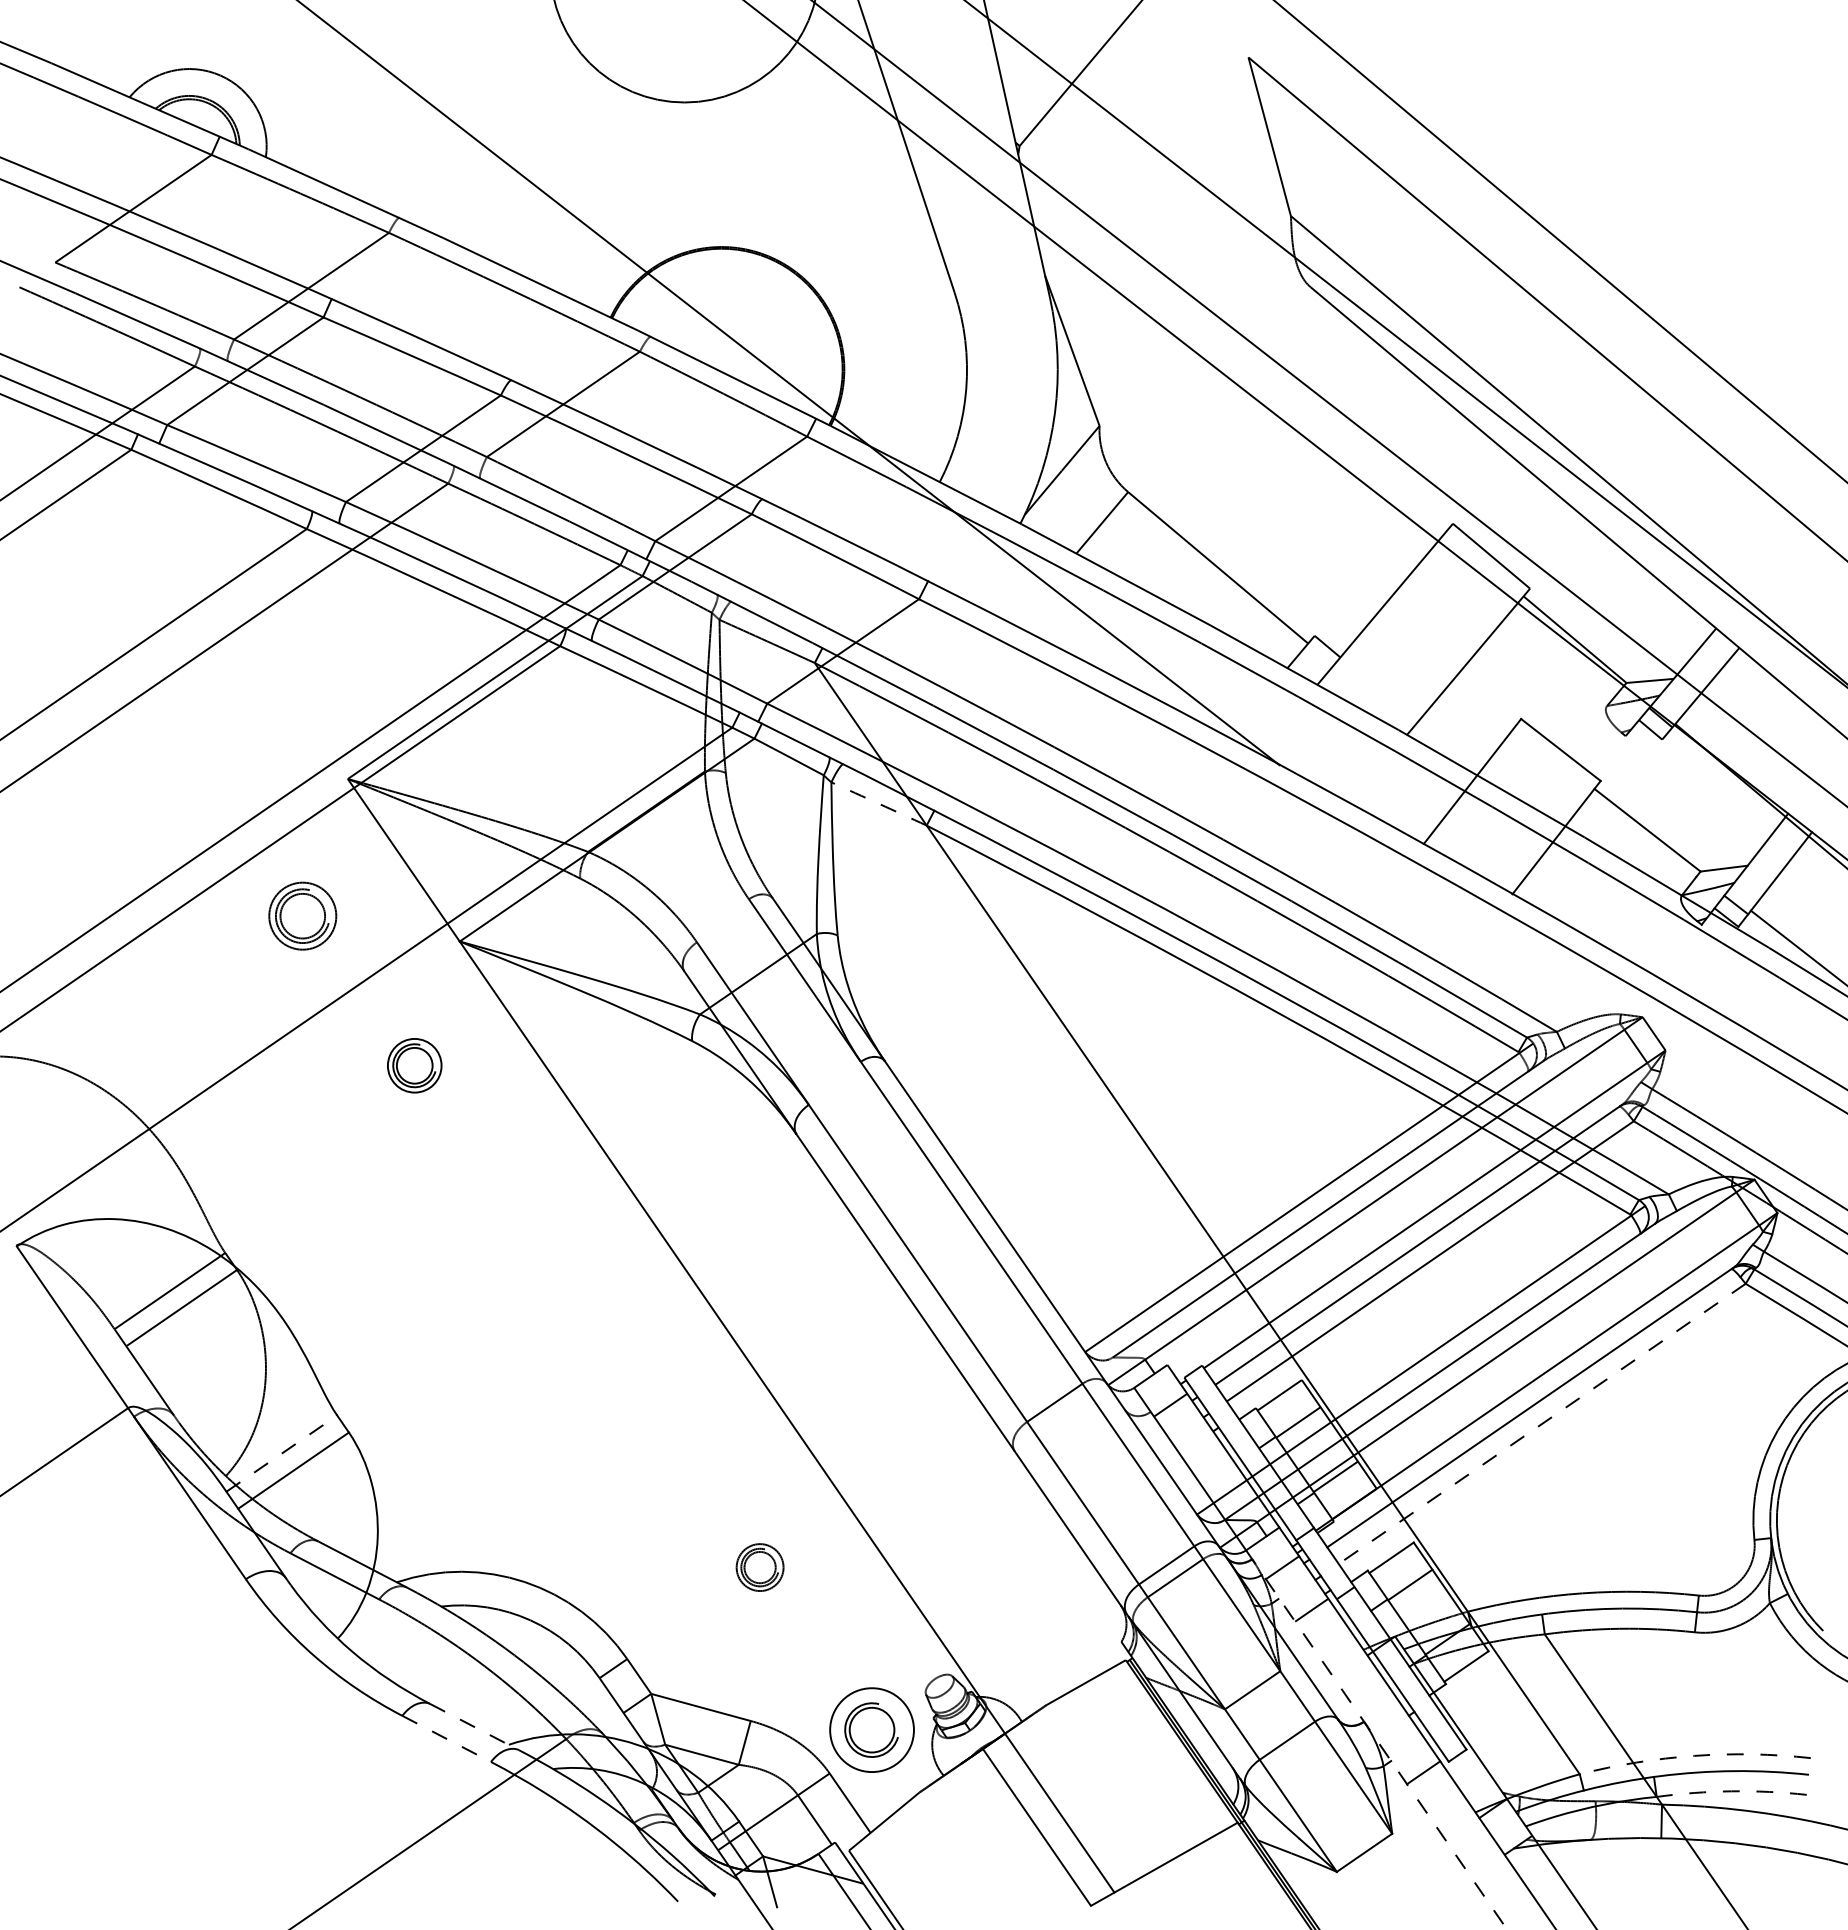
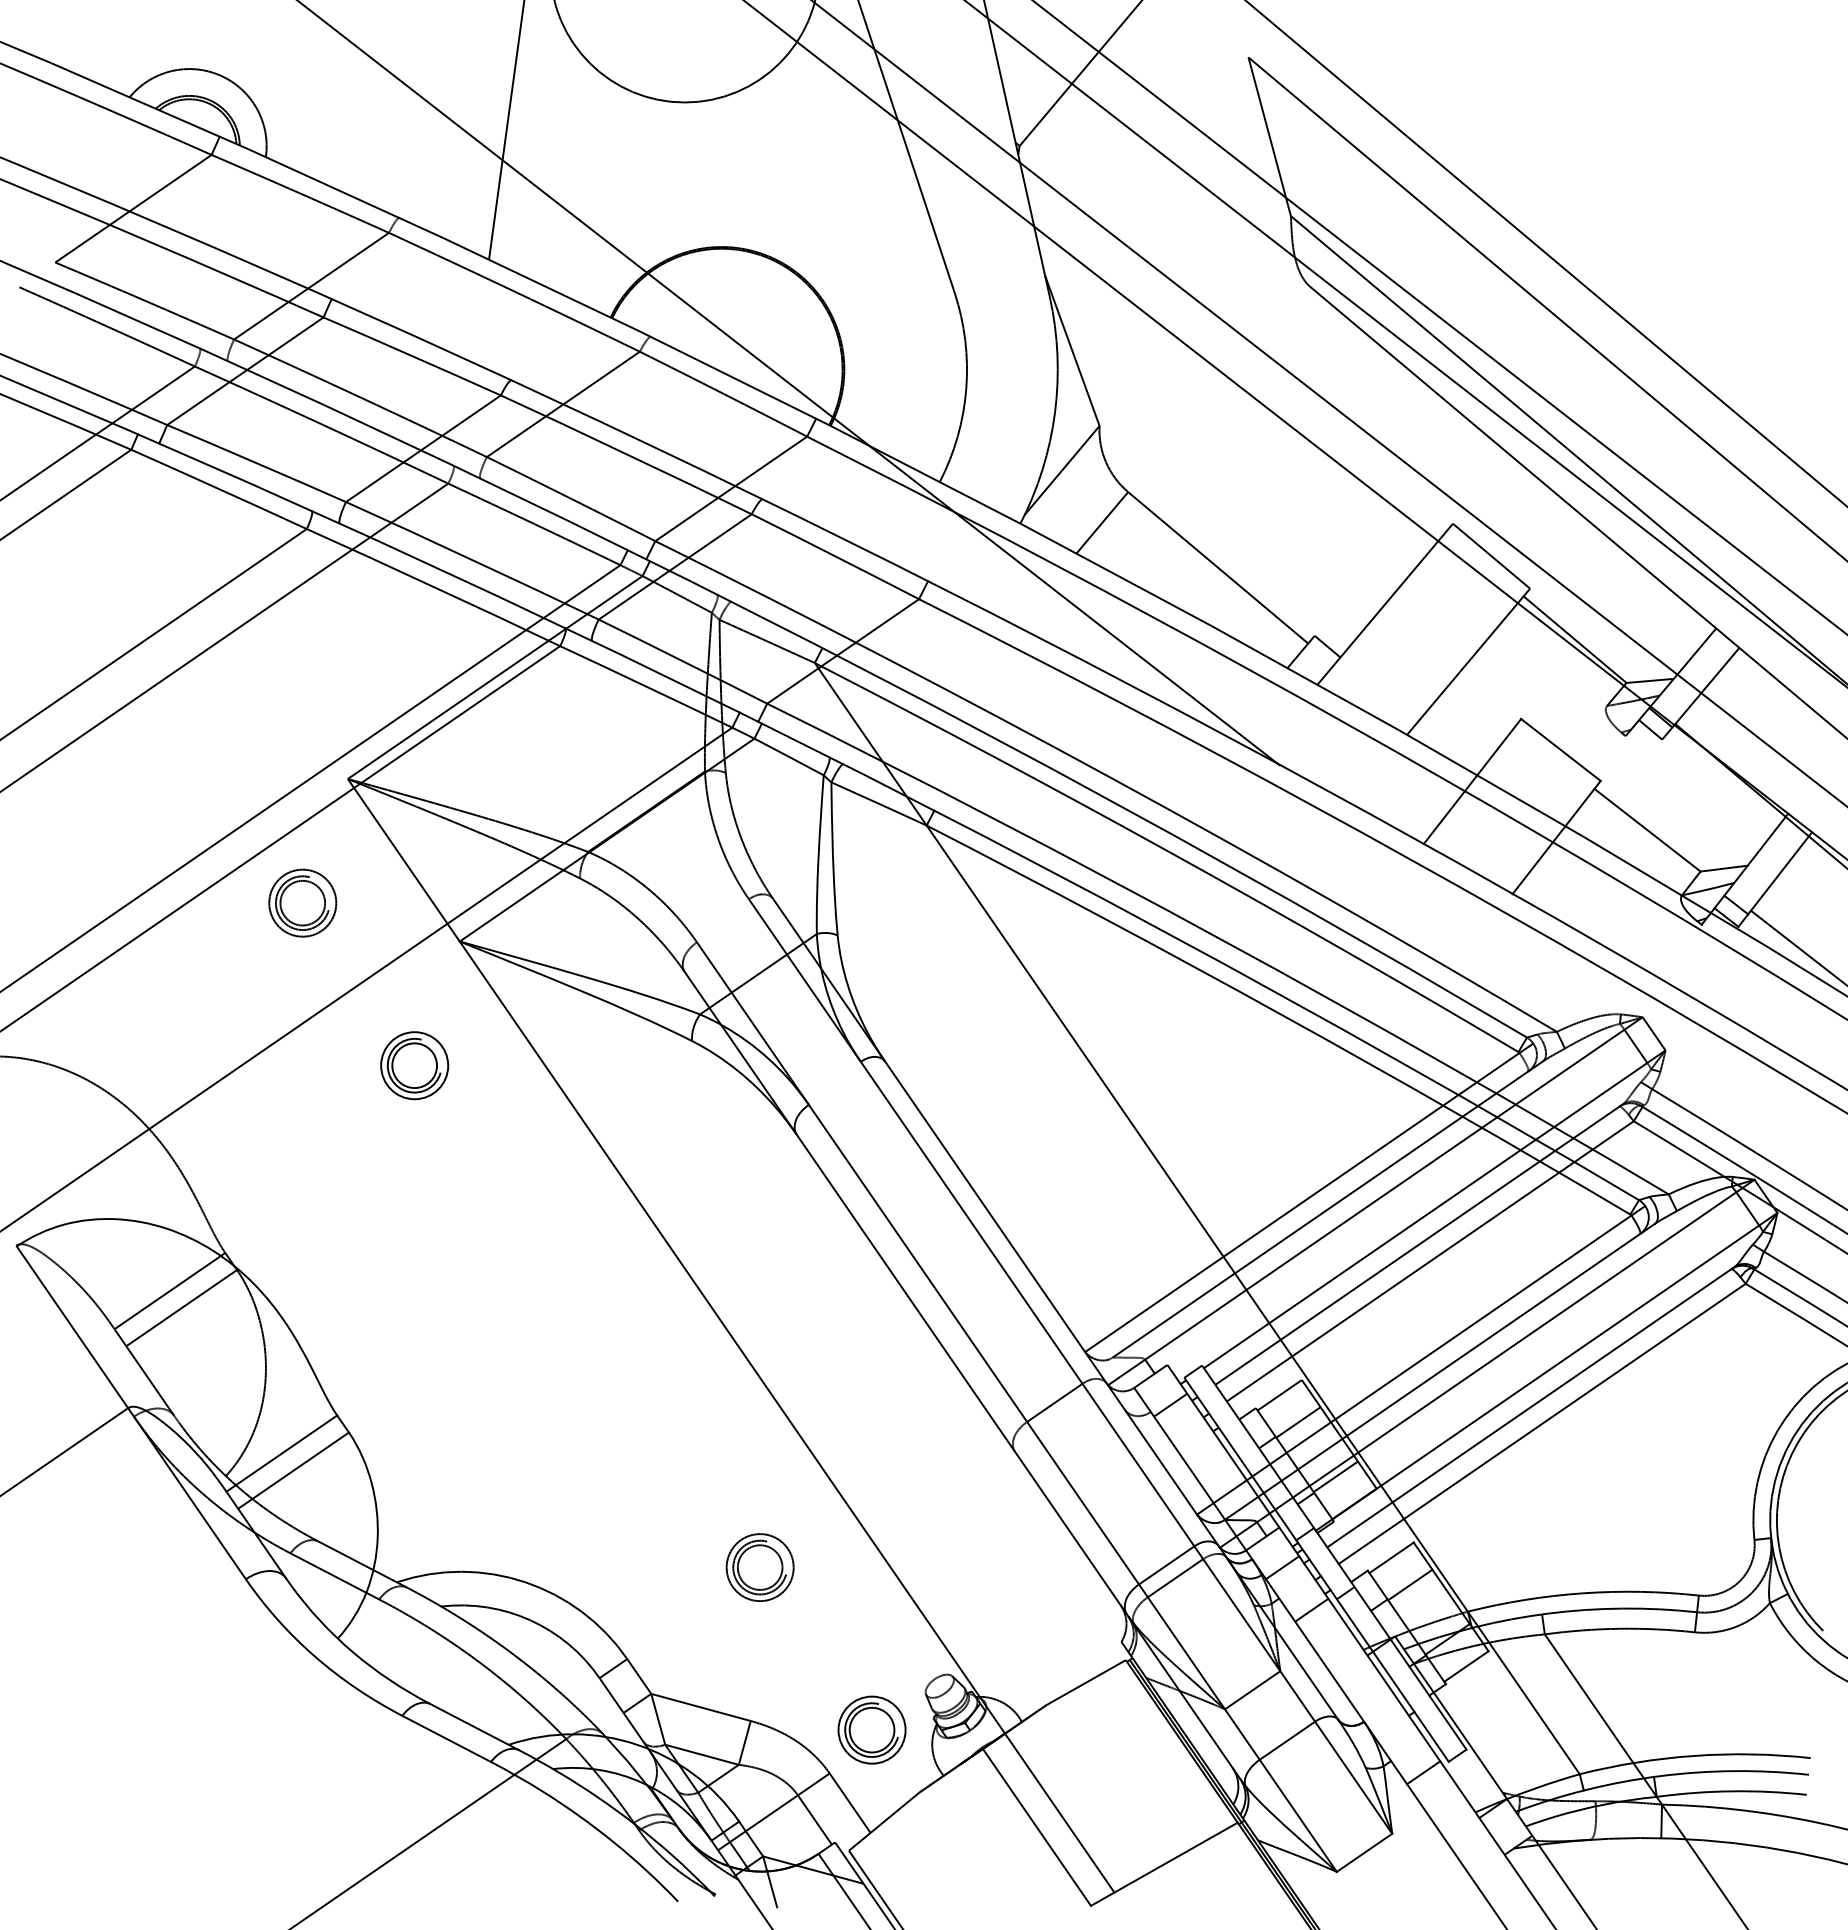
line at (506, 130): none -> present
line at (1560, 241) position: (1560, 241) -> (1545, 253)
line at (1439, 317): none -> present
arc at (879, 803): dashed -> solid
part at (302, 915) position: (302, 915) -> (302, 902)
part at (414, 1065) size: 56x56 px -> 70x70 px
line at (1541, 1424): dashed -> solid
line at (282, 1453): dashed -> solid
part at (759, 1567) size: 50x49 px -> 70x69 px
line at (474, 1727): dashed -> solid
circle at (871, 1730) diameter: 84 px -> 67 px
line at (446, 1738): dashed -> solid
line at (1377, 1740): dashed -> solid
arc at (1694, 1755): dashed -> solid
arc at (1731, 1791): dashed -> solid
